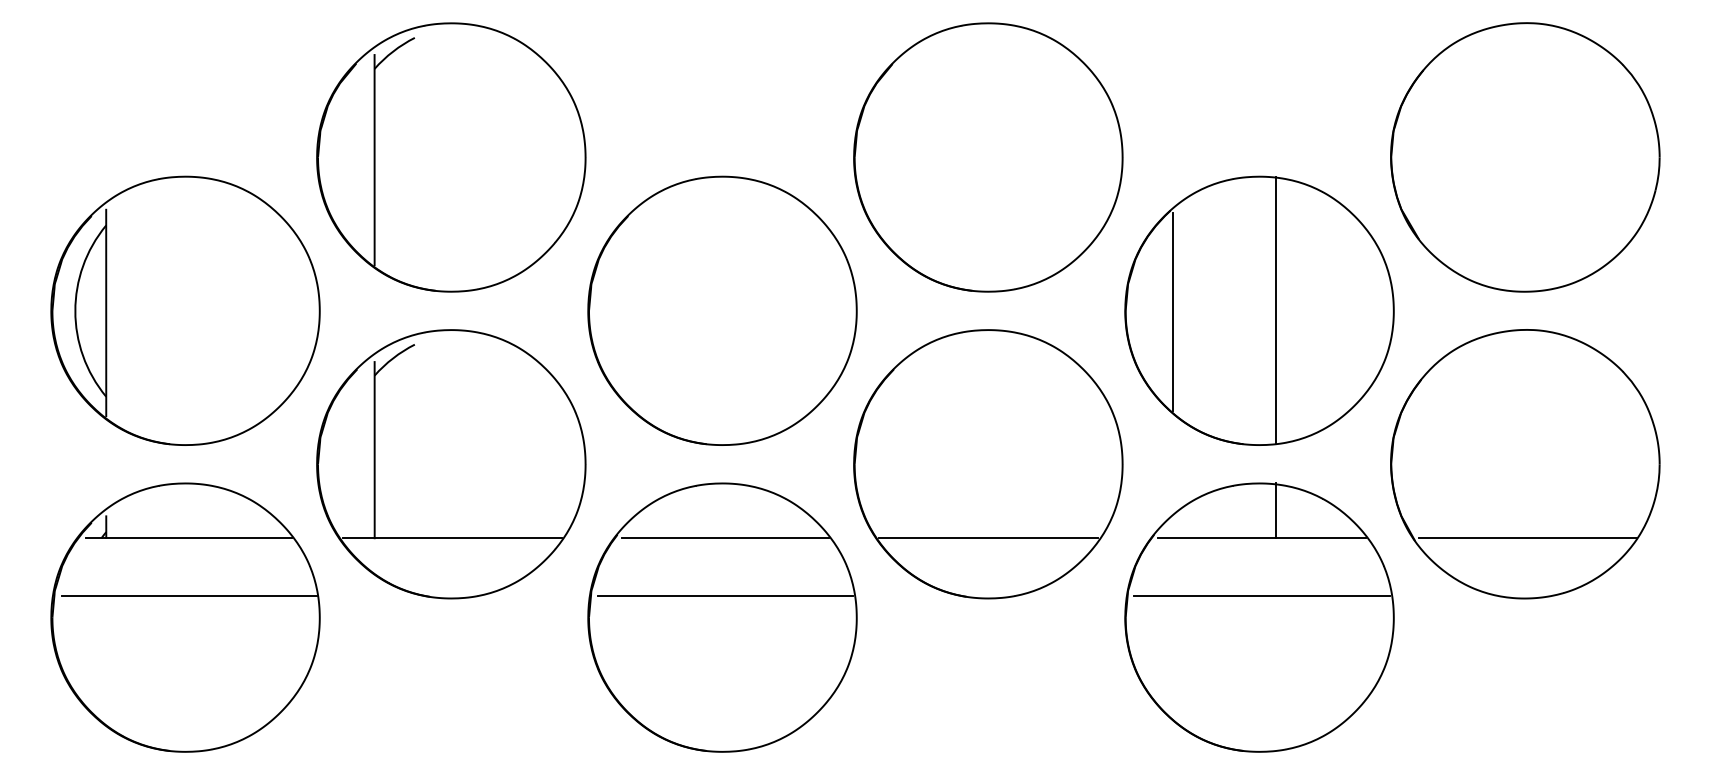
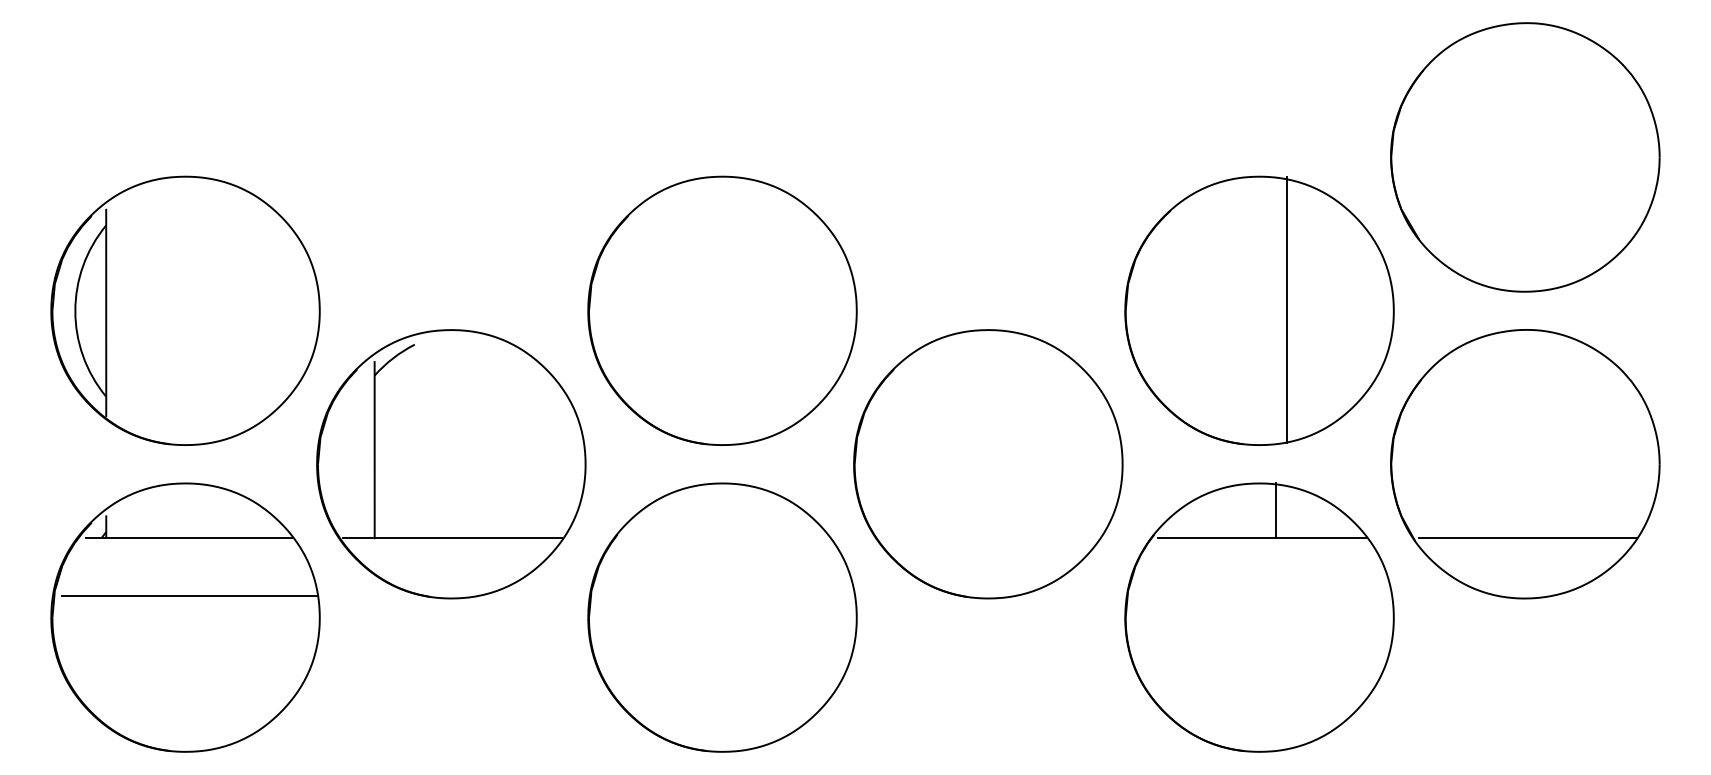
part at (451, 157): present -> none
part at (988, 157): present -> none
line at (1276, 310) position: (1276, 310) -> (1287, 310)
line at (1172, 311): present -> none
line at (725, 538): present -> none
line at (988, 538): present -> none
line at (725, 595): present -> none
line at (1262, 595): present -> none
